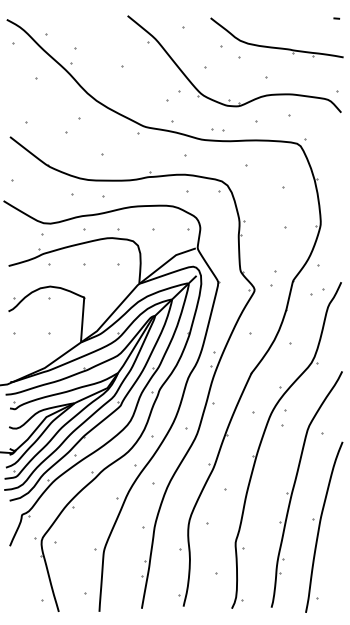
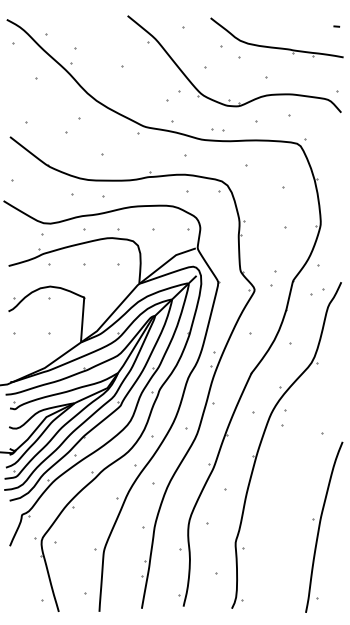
line at (336, 18) position: (336, 18) -> (336, 26)
part at (294, 488): present -> none
